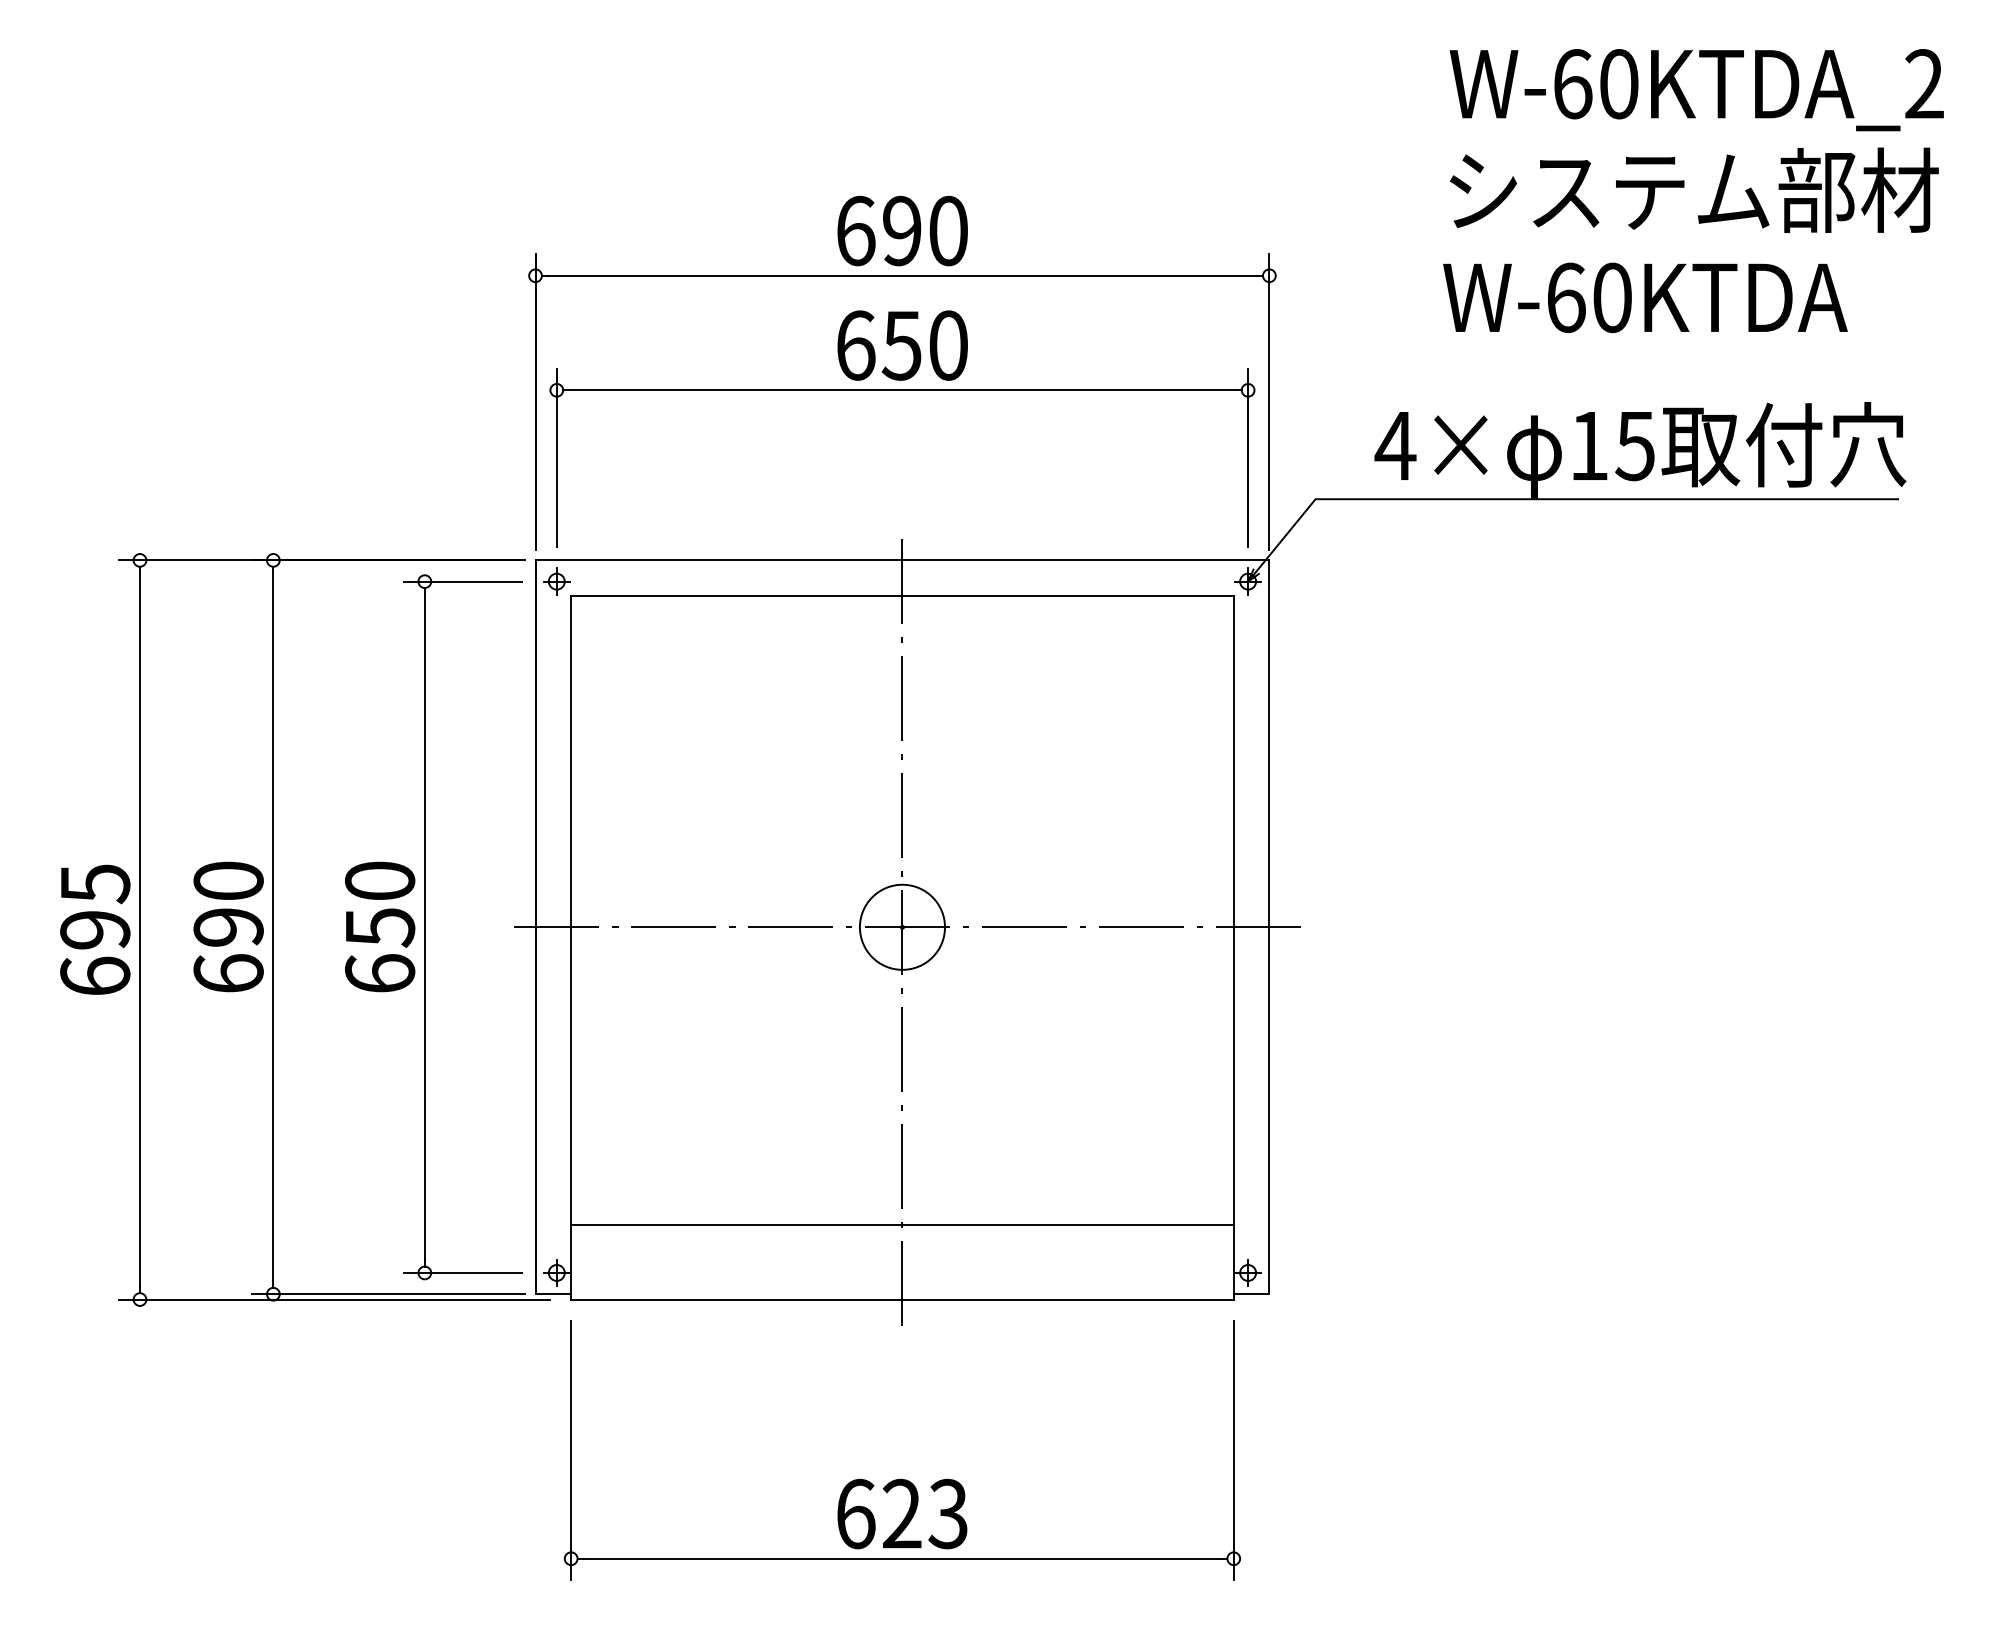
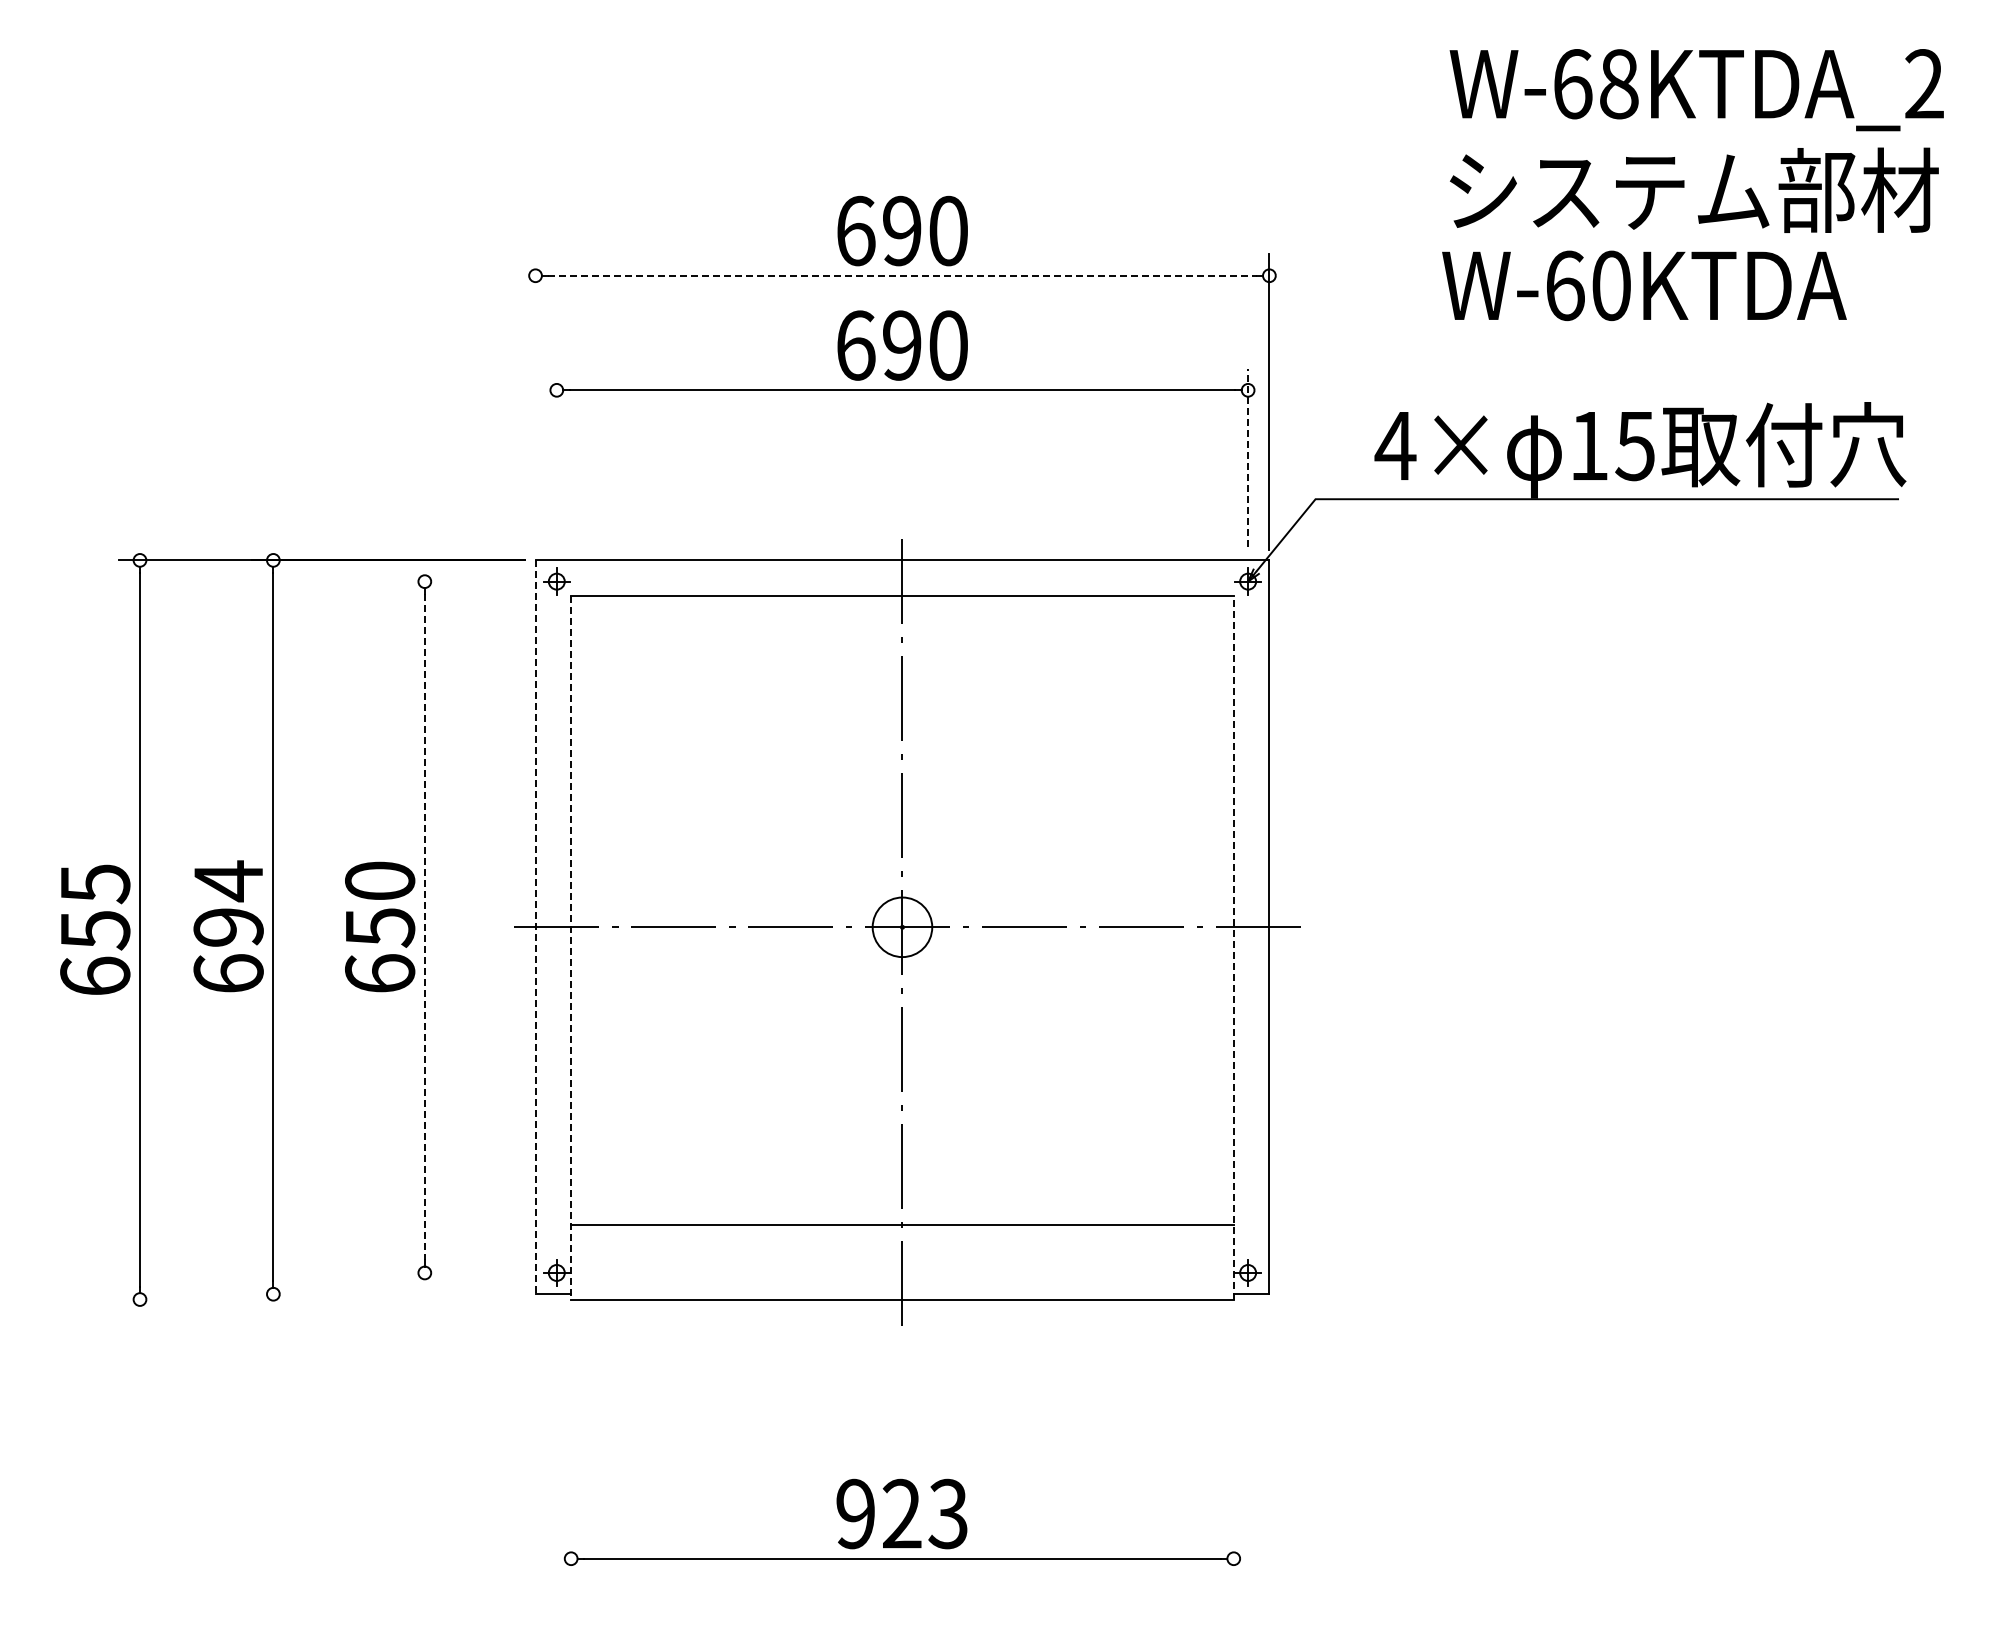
text at (1619, 84): W-60KTDA_2 -> W-68KTDA_2
line at (902, 275): solid -> dashed
text at (1645, 297) position: (1645, 297) -> (1644, 285)
text at (901, 345): 650 -> 690
line at (535, 401): present -> none
line at (1248, 457): solid -> dashed
line at (556, 458): present -> none
line at (462, 581): present -> none
text at (228, 881): 690 -> 694
circle at (902, 926) diameter: 85 px -> 60 px
line at (424, 927): solid -> dashed
line at (535, 927): solid -> dashed
text at (95, 930): 695 -> 655
line at (571, 947): solid -> dashed
line at (1233, 947): solid -> dashed
line at (462, 1272): present -> none
line at (388, 1294): present -> none
line at (333, 1299): present -> none
line at (571, 1450): present -> none
line at (1233, 1450): present -> none
text at (855, 1513): 623 -> 923
